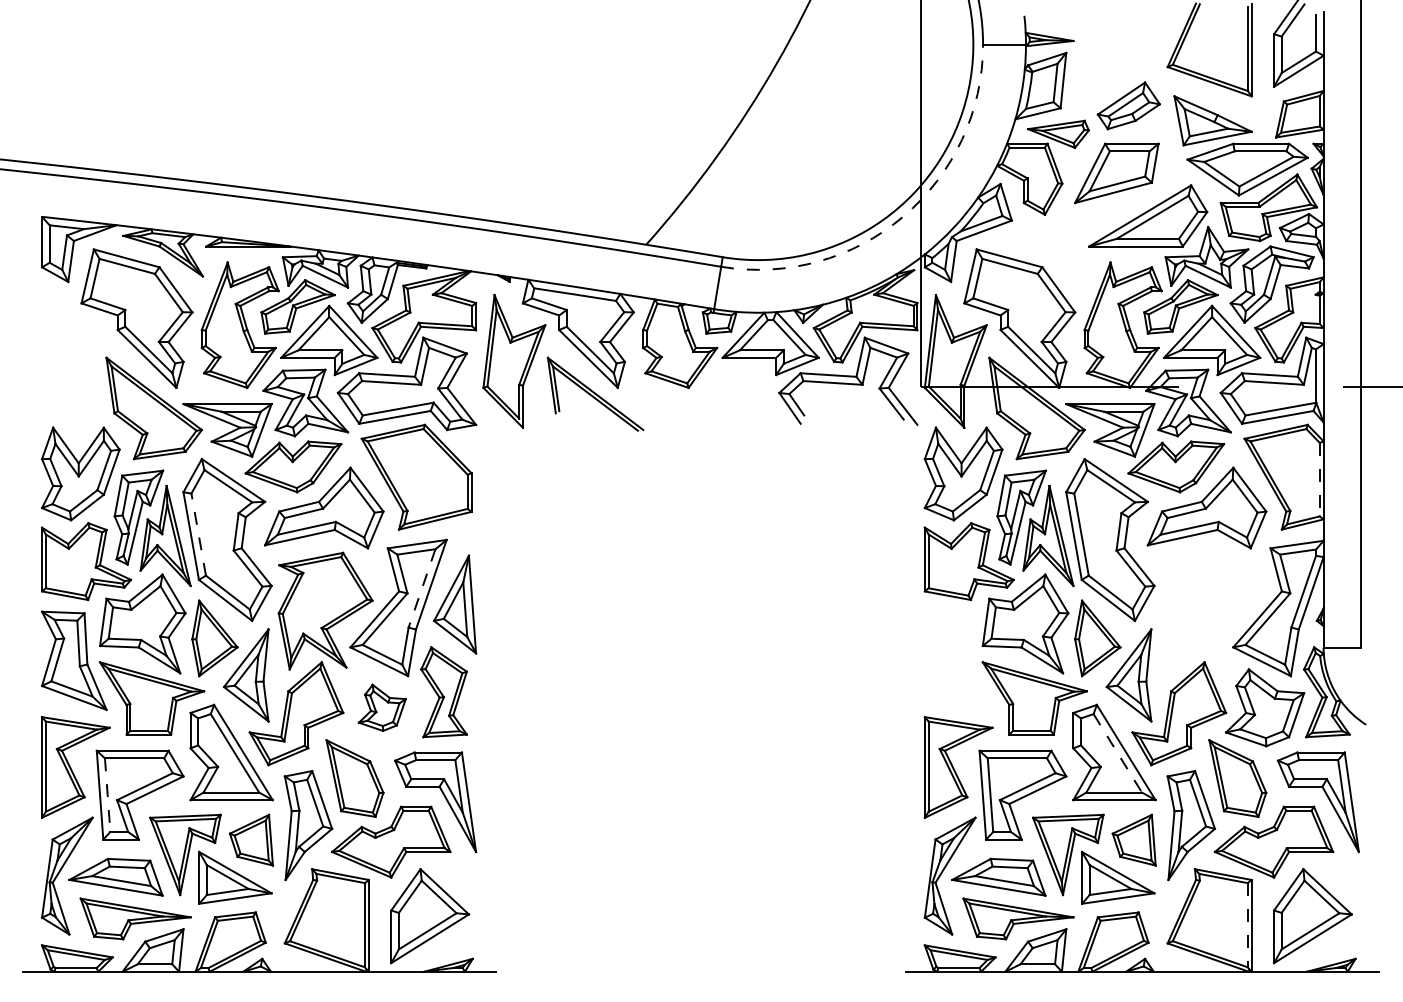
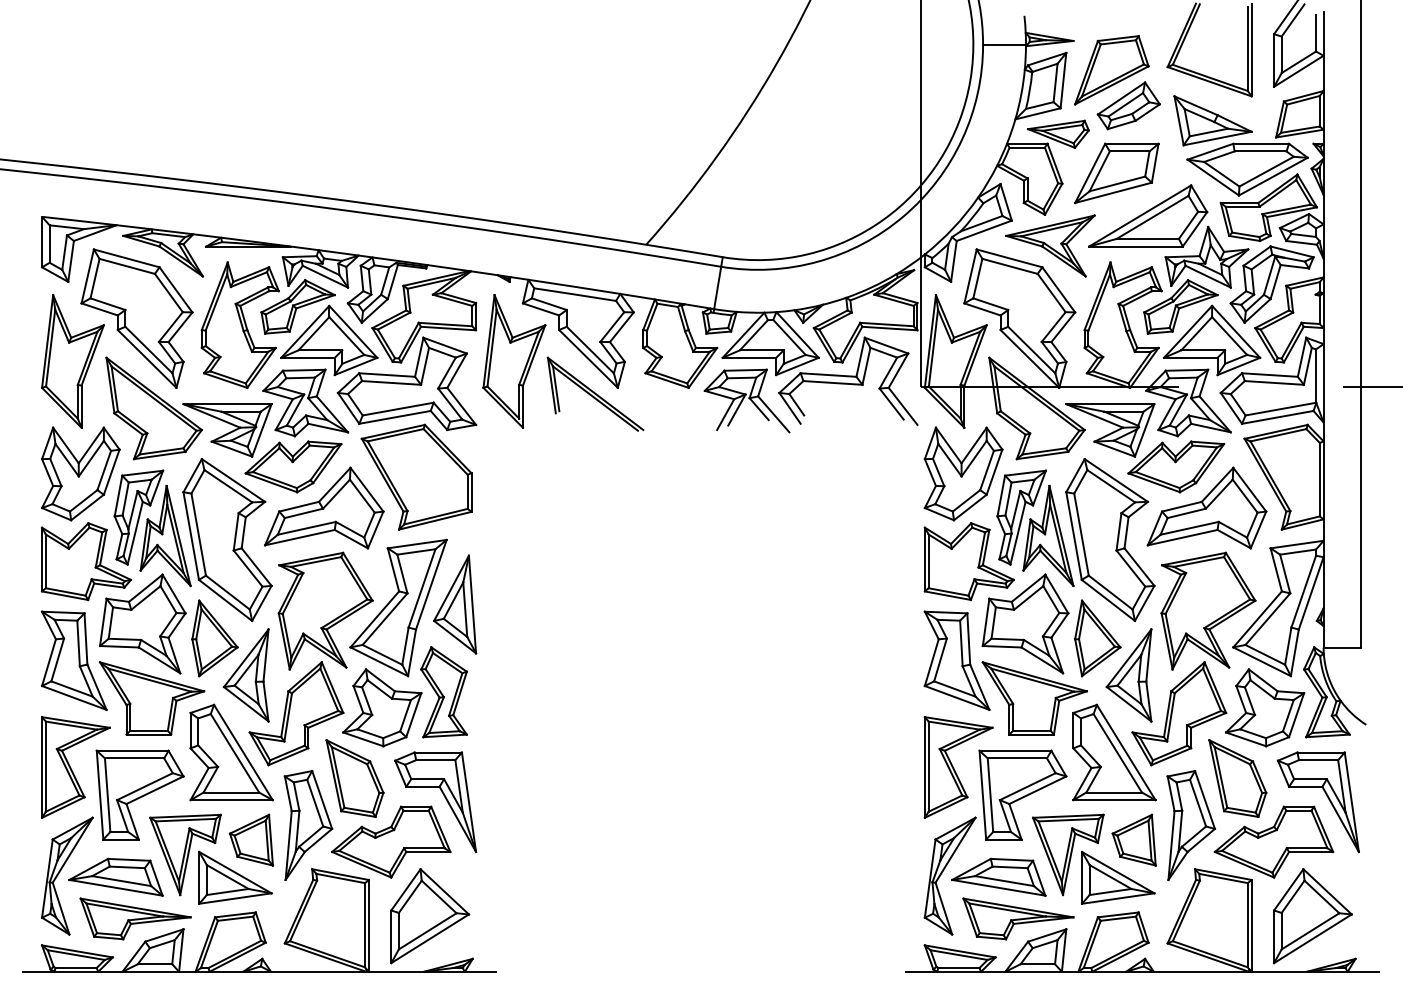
part at (1111, 70): none -> present
arc at (903, 216): dashed -> solid
part at (1050, 245): none -> present
part at (72, 361): none -> present
part at (746, 400): none -> present
line at (1319, 479): dashed -> solid
line at (198, 534): dashed -> solid
line at (421, 588): dashed -> solid
part at (1208, 610): none -> present
part at (956, 660): none -> present
part at (381, 707) size: 50x49 px -> 81x80 px
line at (1118, 753): dashed -> solid
line at (107, 795): dashed -> solid
line at (1247, 925): dashed -> solid
